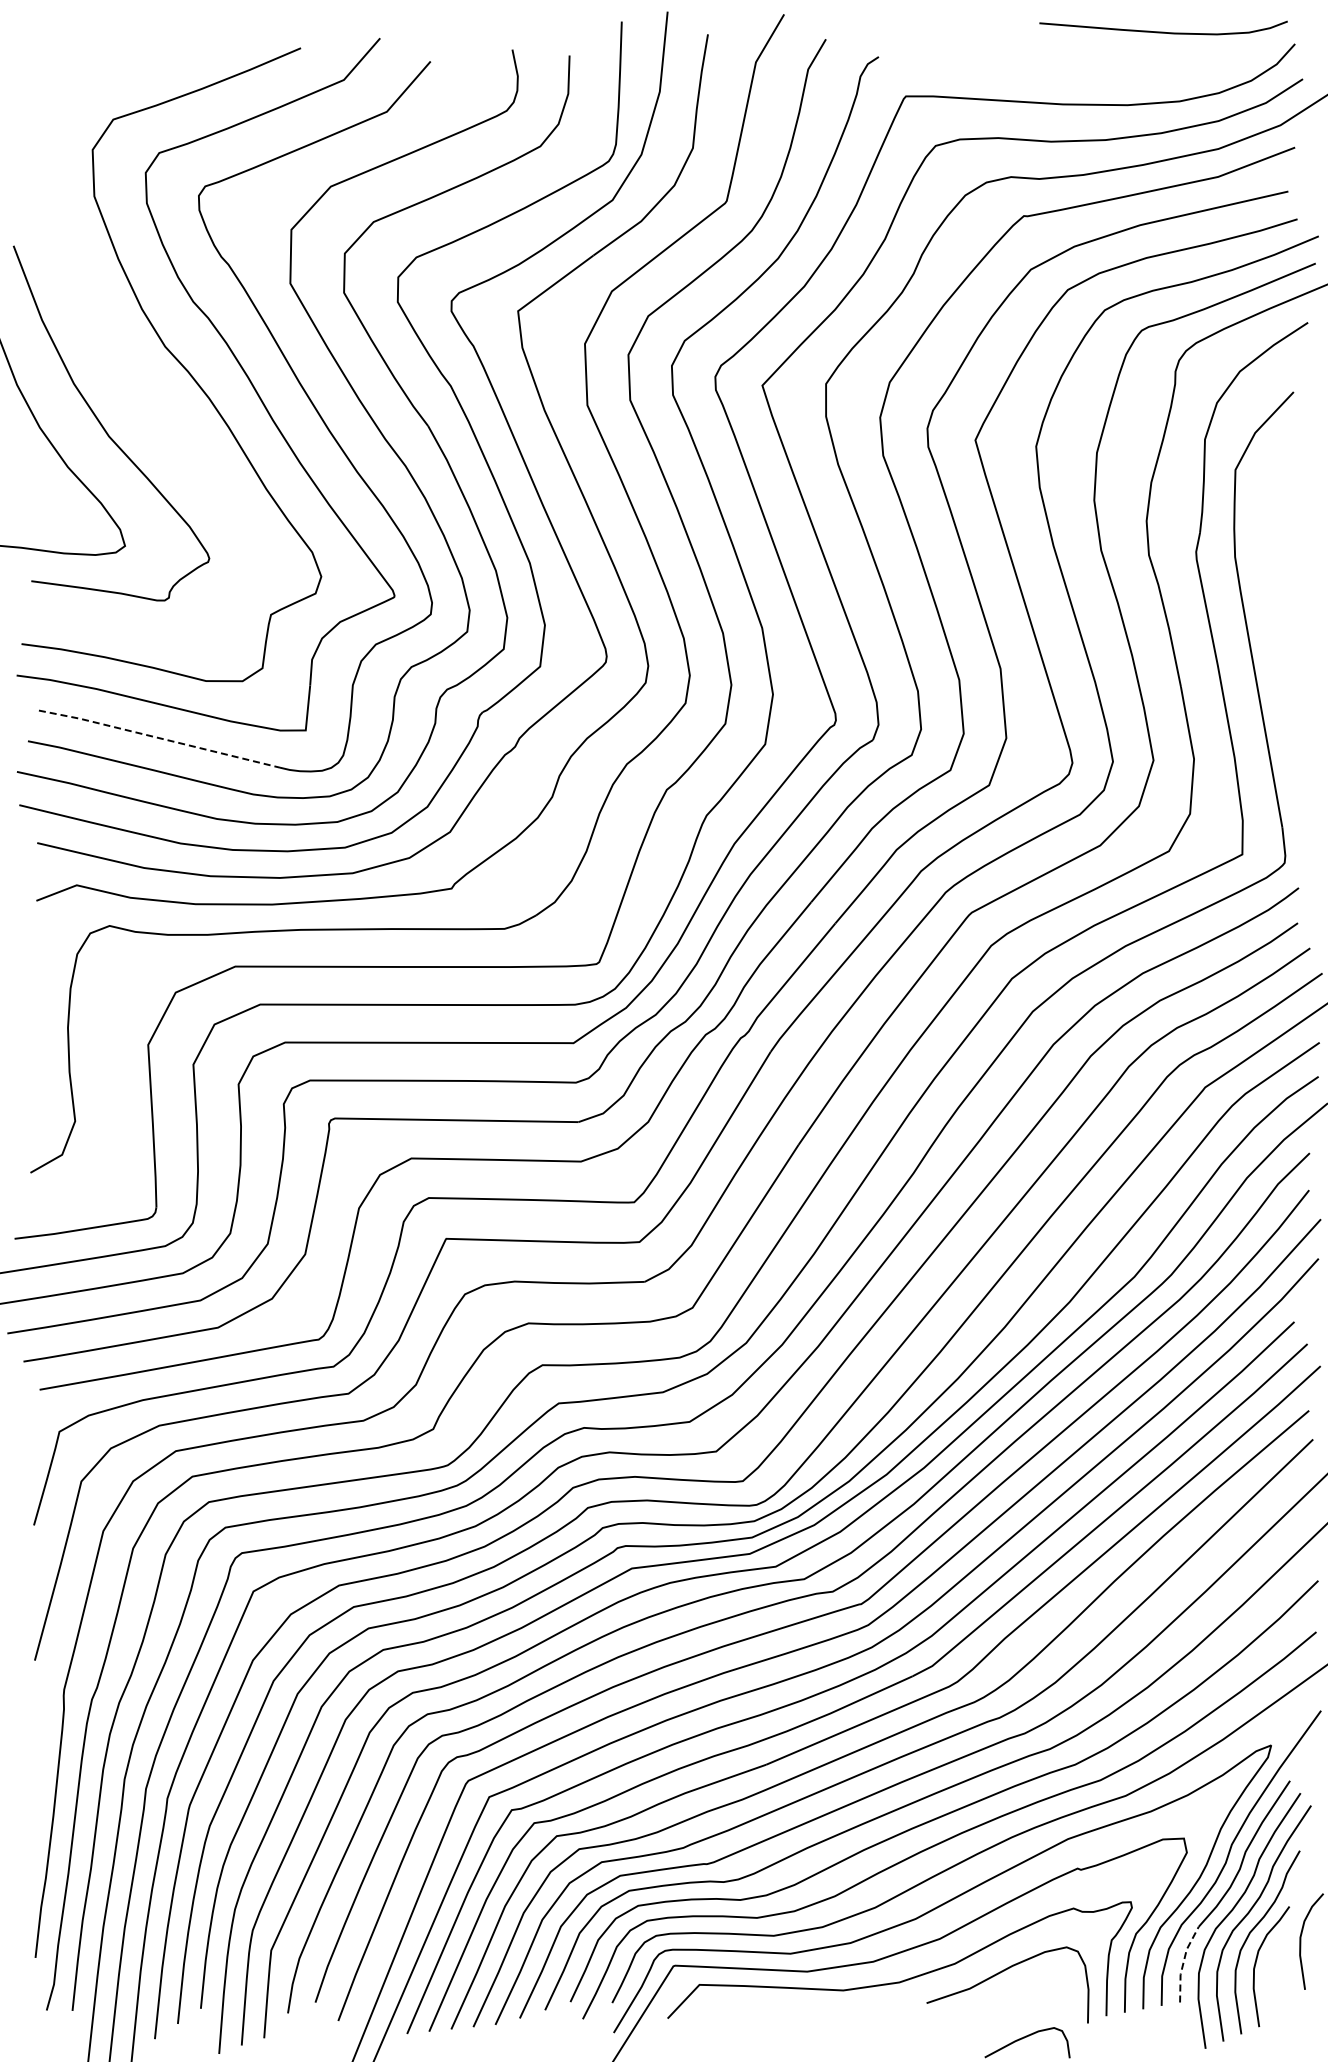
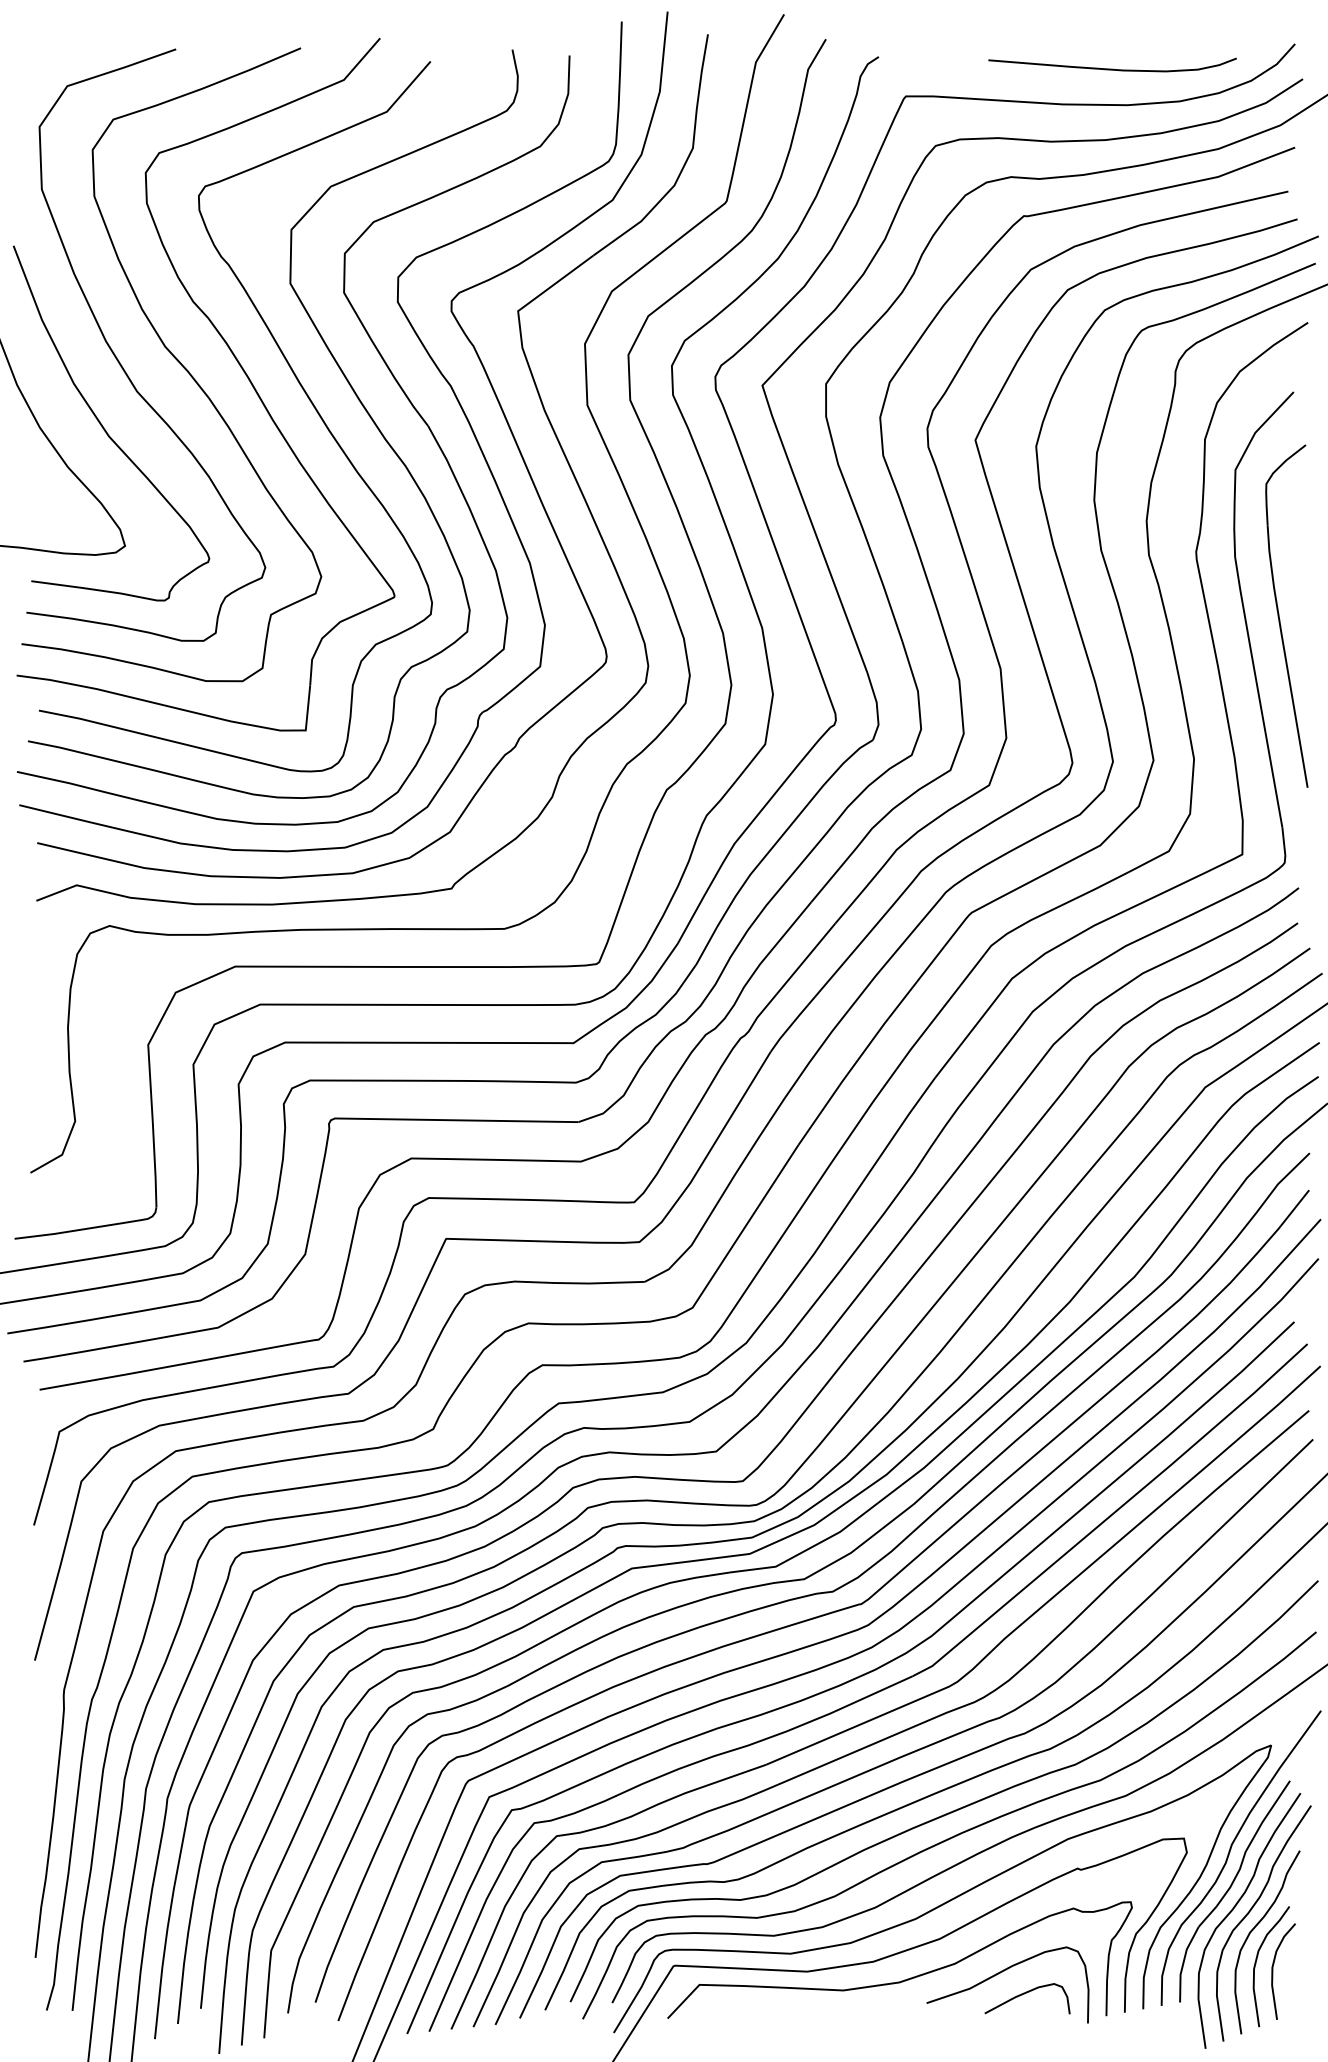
curve at (1163, 31) position: (1163, 31) -> (1112, 68)
curve at (120, 362): none -> present
part at (1279, 615): none -> present
line at (159, 738): dashed -> solid
curve at (1301, 1941) position: (1301, 1941) -> (1273, 1971)
line at (1183, 1962): dashed -> solid
curve at (1027, 2037) position: (1027, 2037) -> (1027, 1993)
